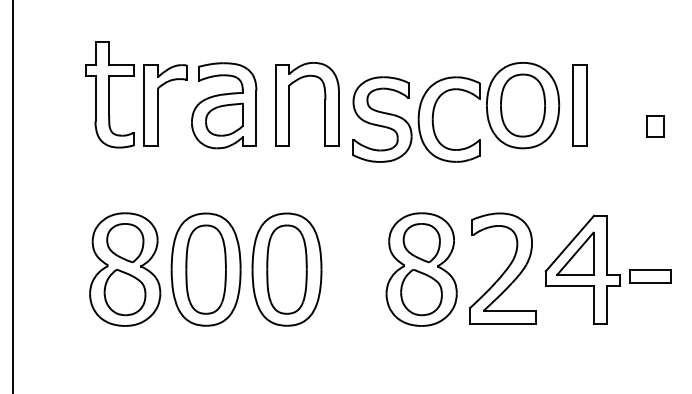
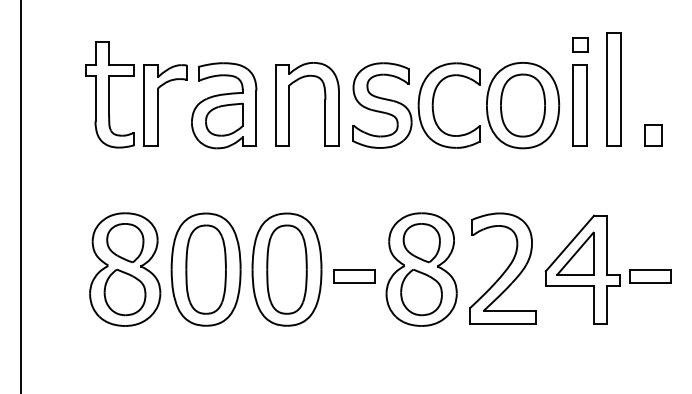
part at (580, 44): none -> present
part at (613, 89): none -> present
part at (416, 119) position: (416, 119) -> (416, 105)
part at (655, 126) position: (655, 126) -> (653, 135)
line at (12, 196) position: (12, 196) -> (20, 196)
part at (354, 276): none -> present
